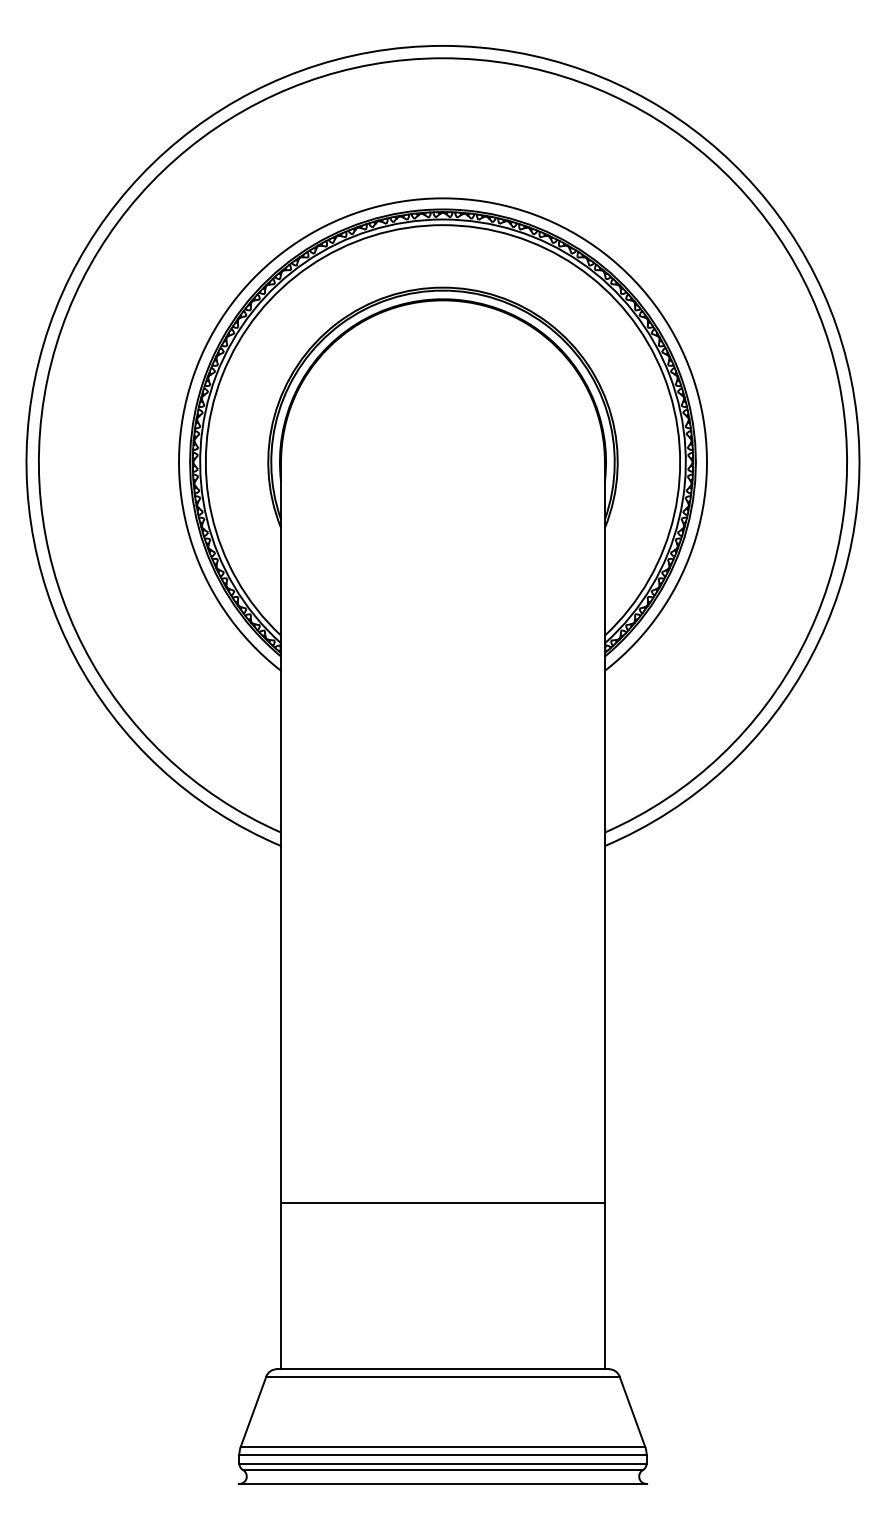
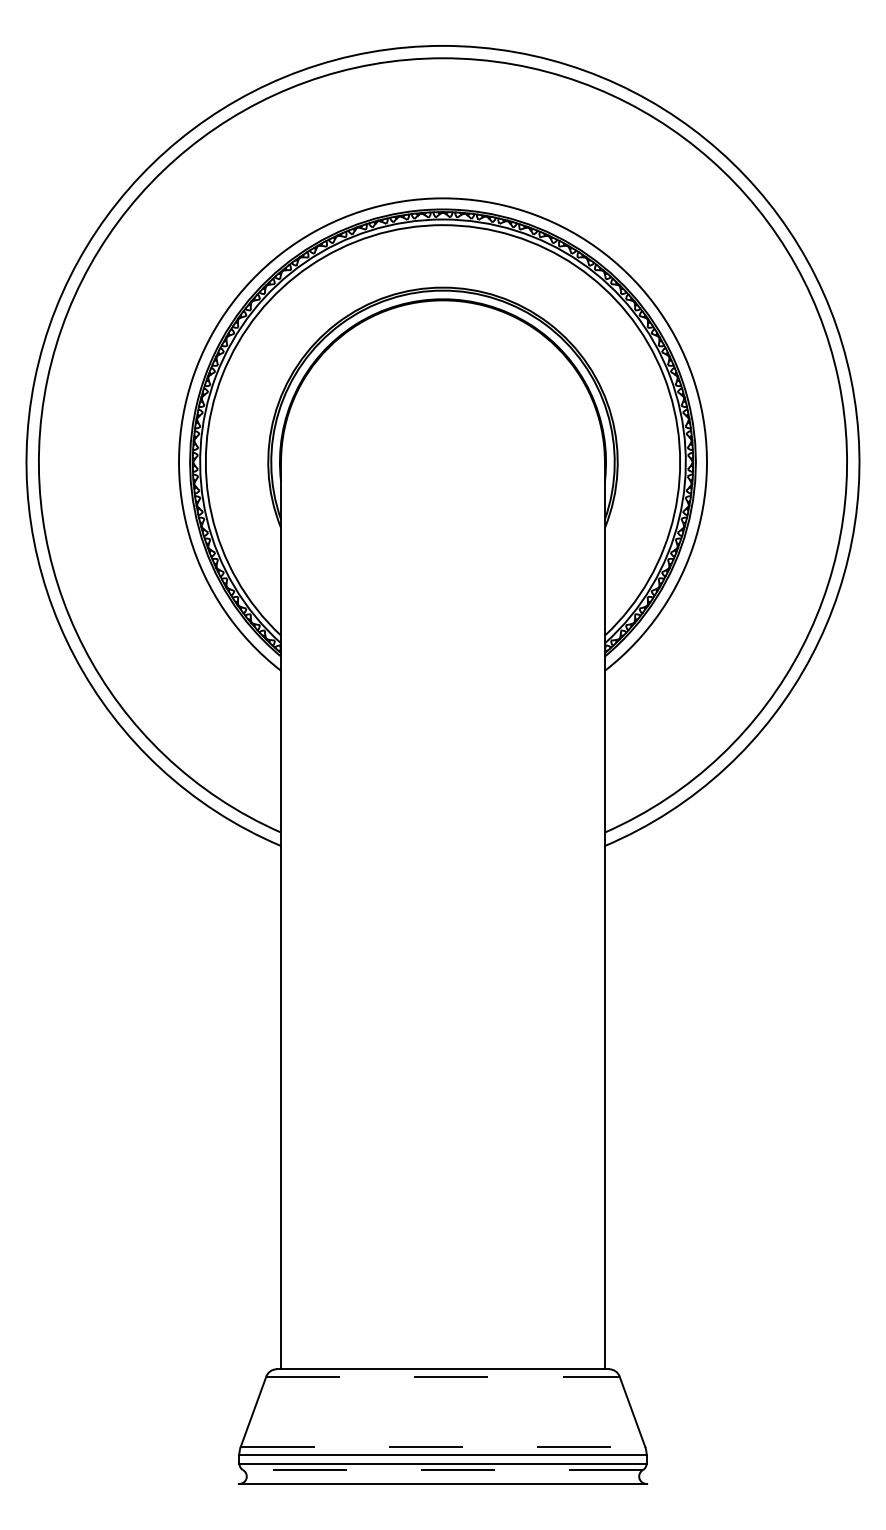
line at (442, 1202): present -> none
line at (443, 1376): solid -> dashed
line at (443, 1446): solid -> dashed
line at (443, 1470): solid -> dashed
